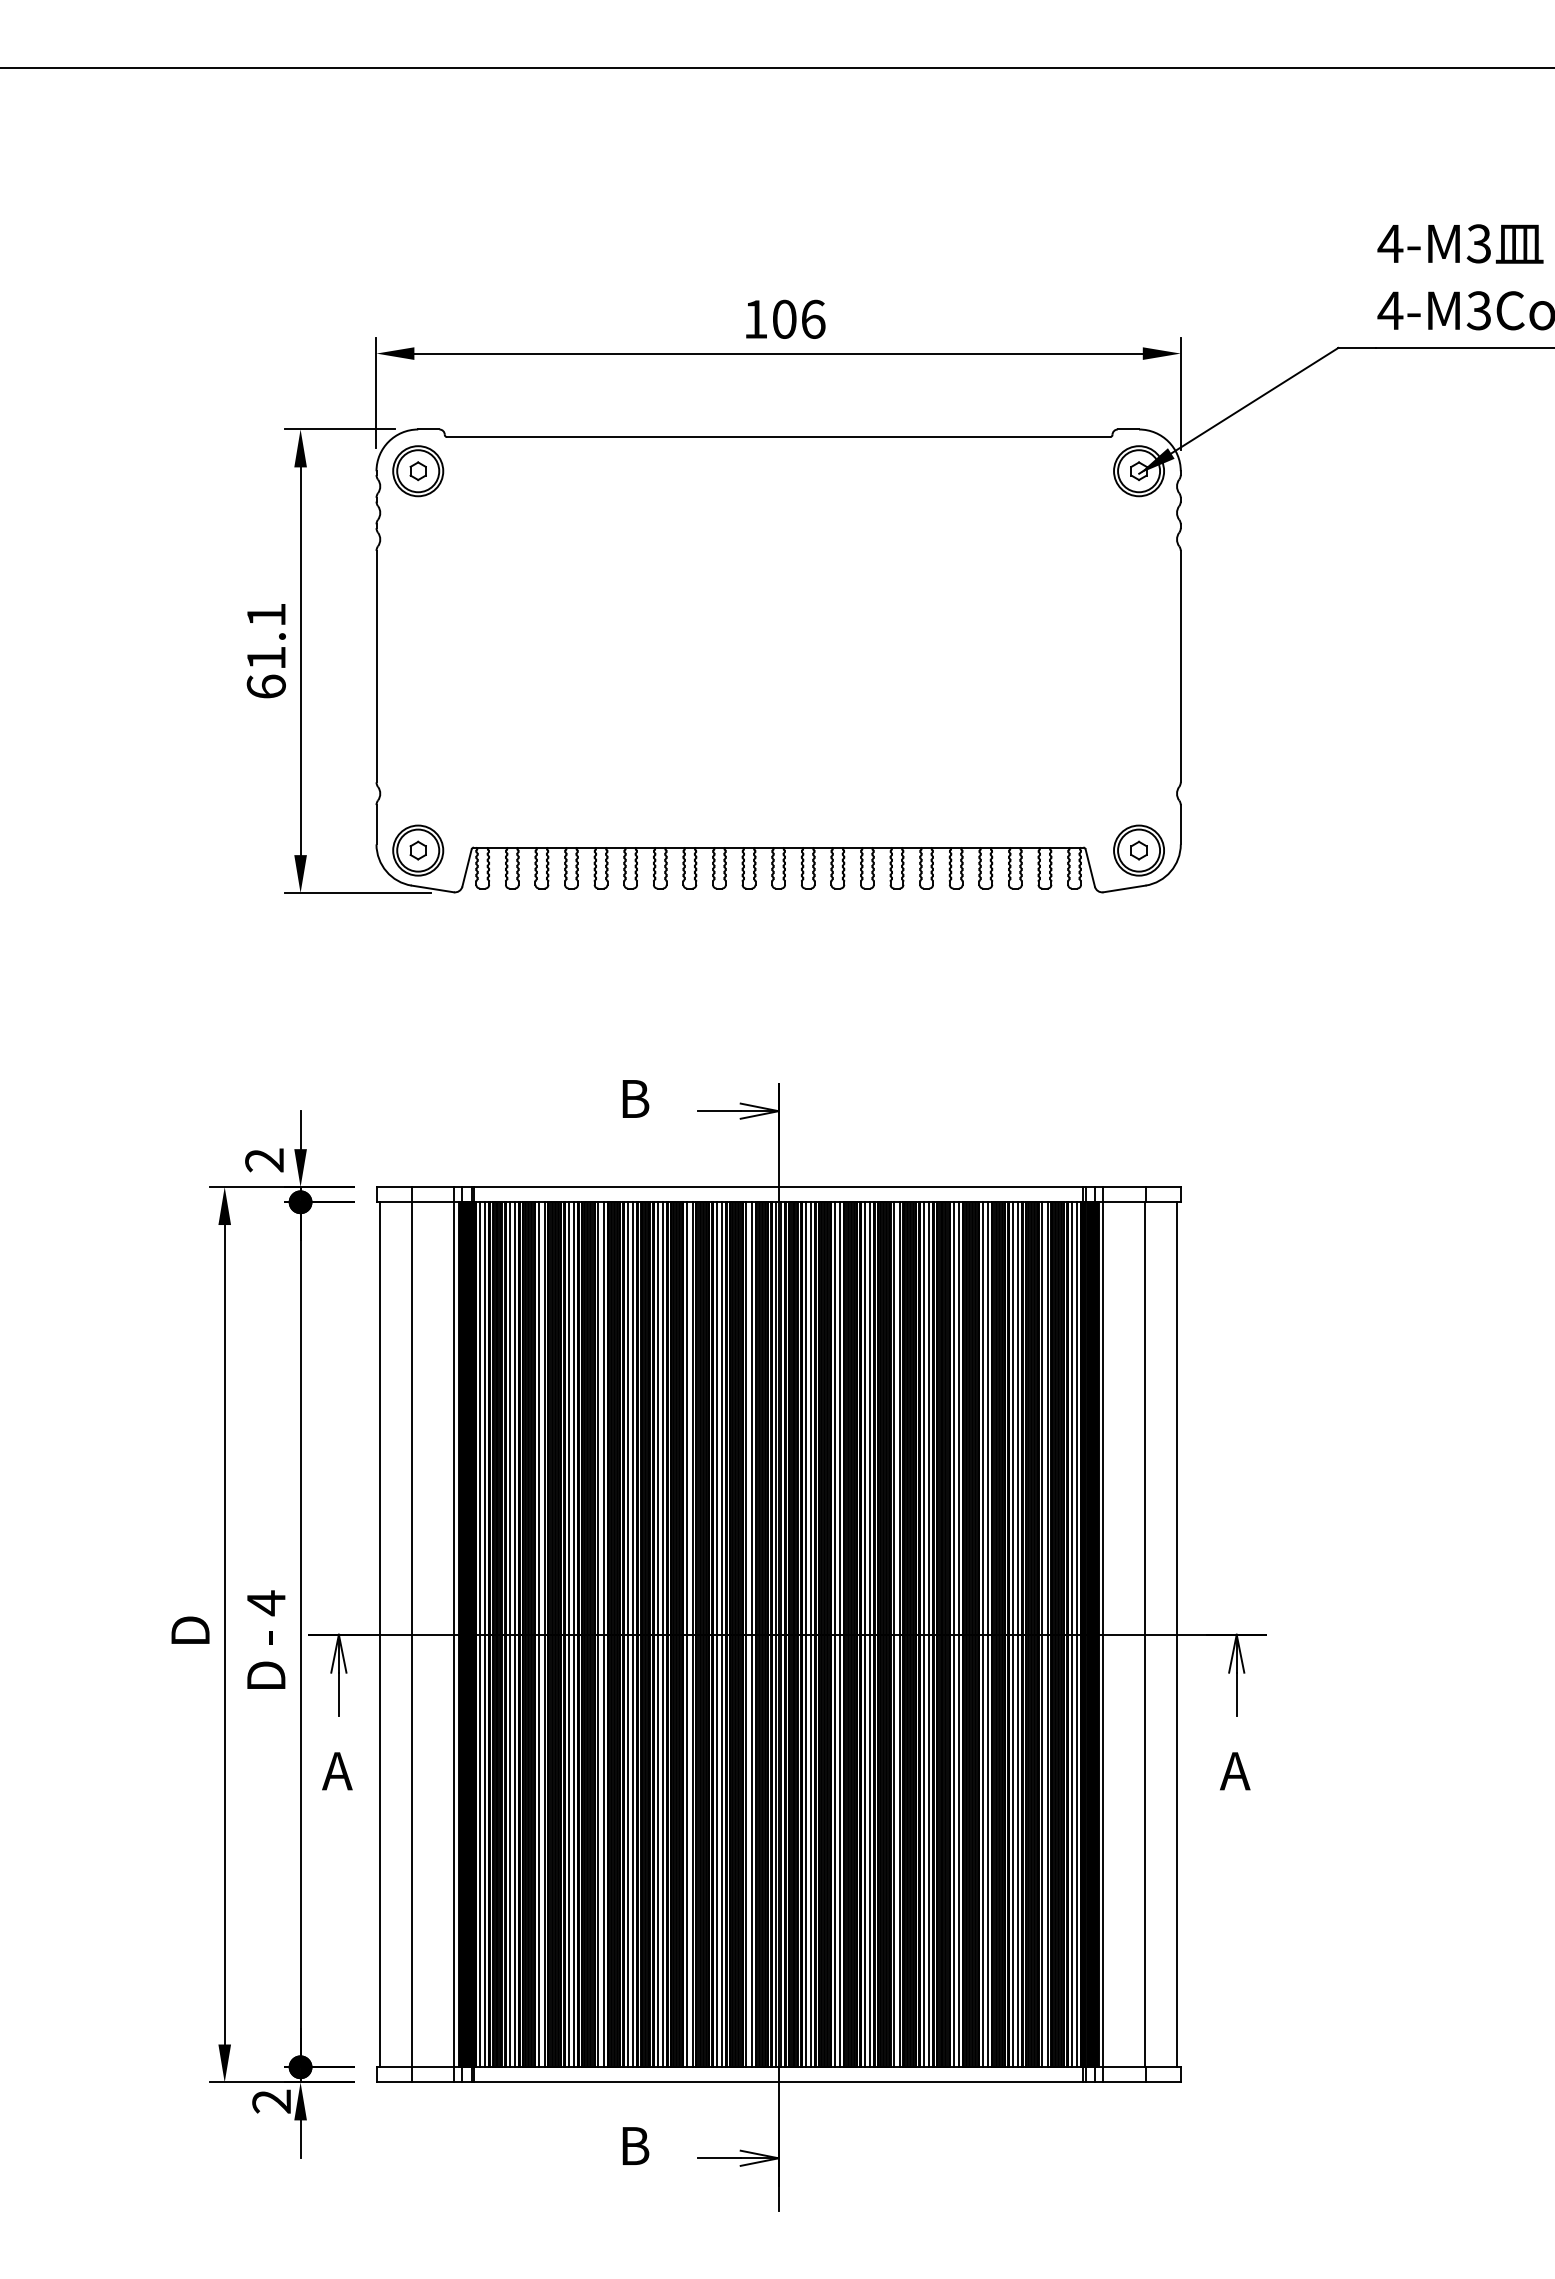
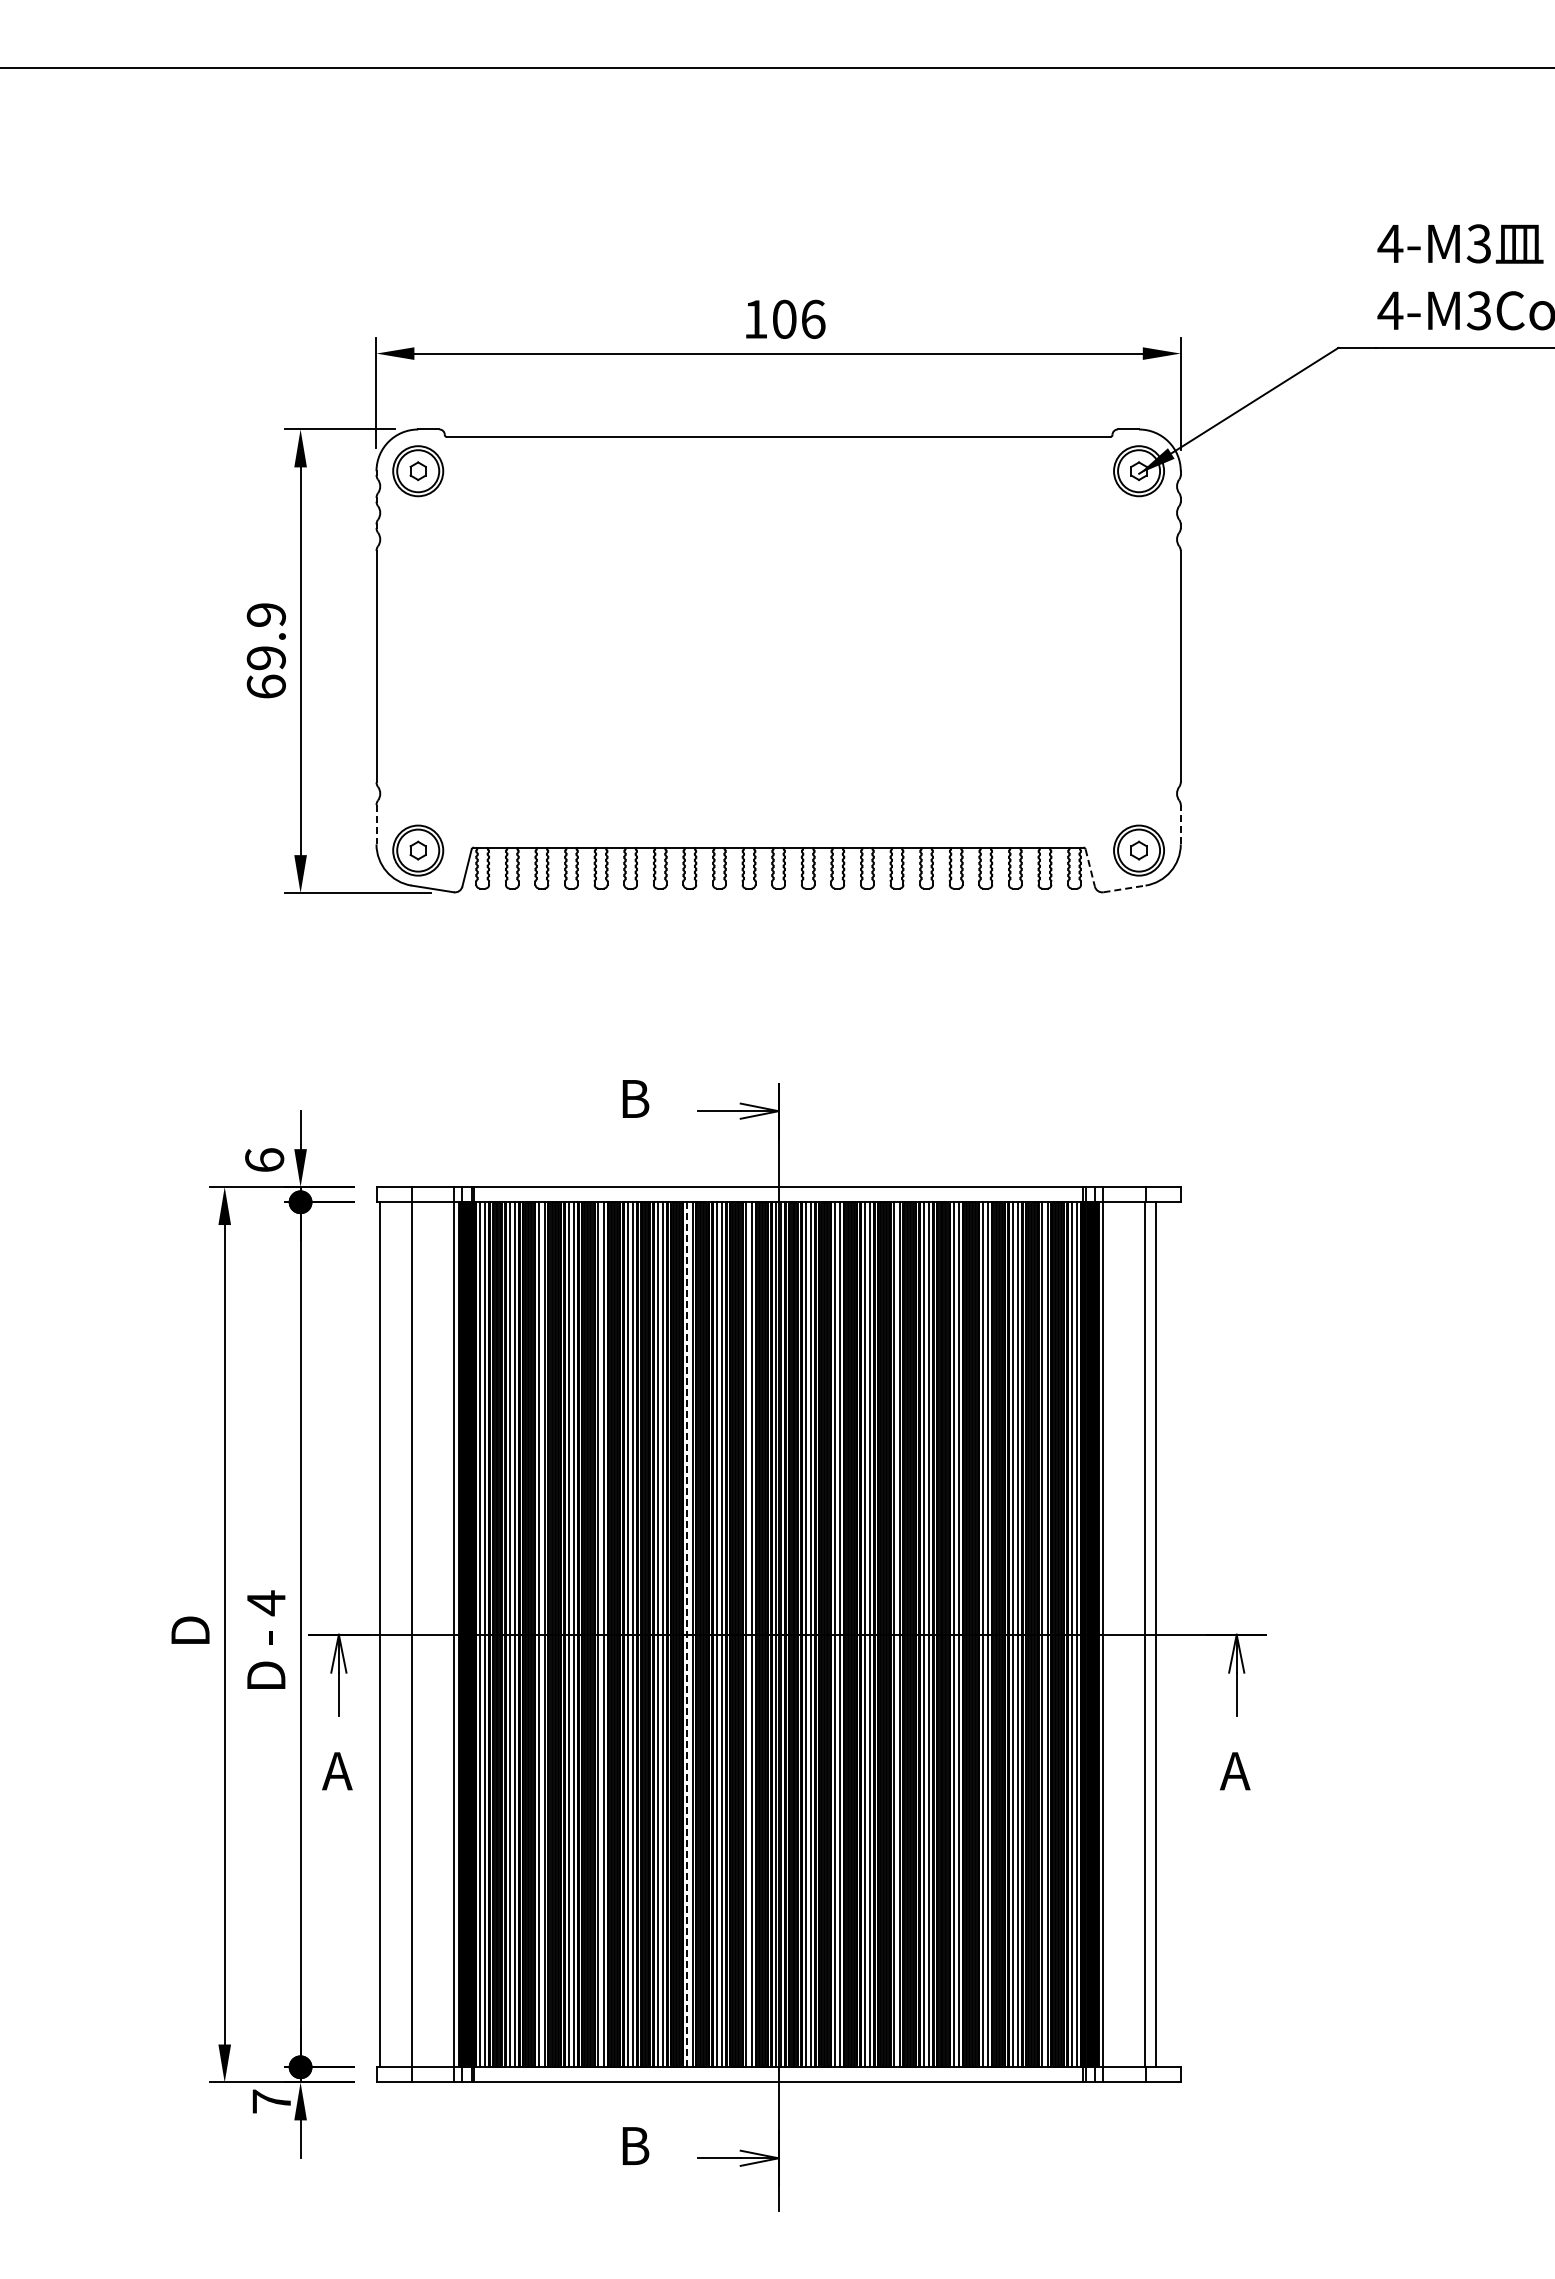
text at (265, 636): 61.1 -> 69.9
line at (376, 824): solid -> dashed
line at (1180, 824): solid -> dashed
line at (1090, 868): solid -> dashed
line at (1125, 888): solid -> dashed
text at (264, 1160): 2 -> 6
line at (687, 1634): solid -> dashed
line at (1177, 1634) position: (1177, 1634) -> (1156, 1634)
text at (271, 2101): 2 -> 7
